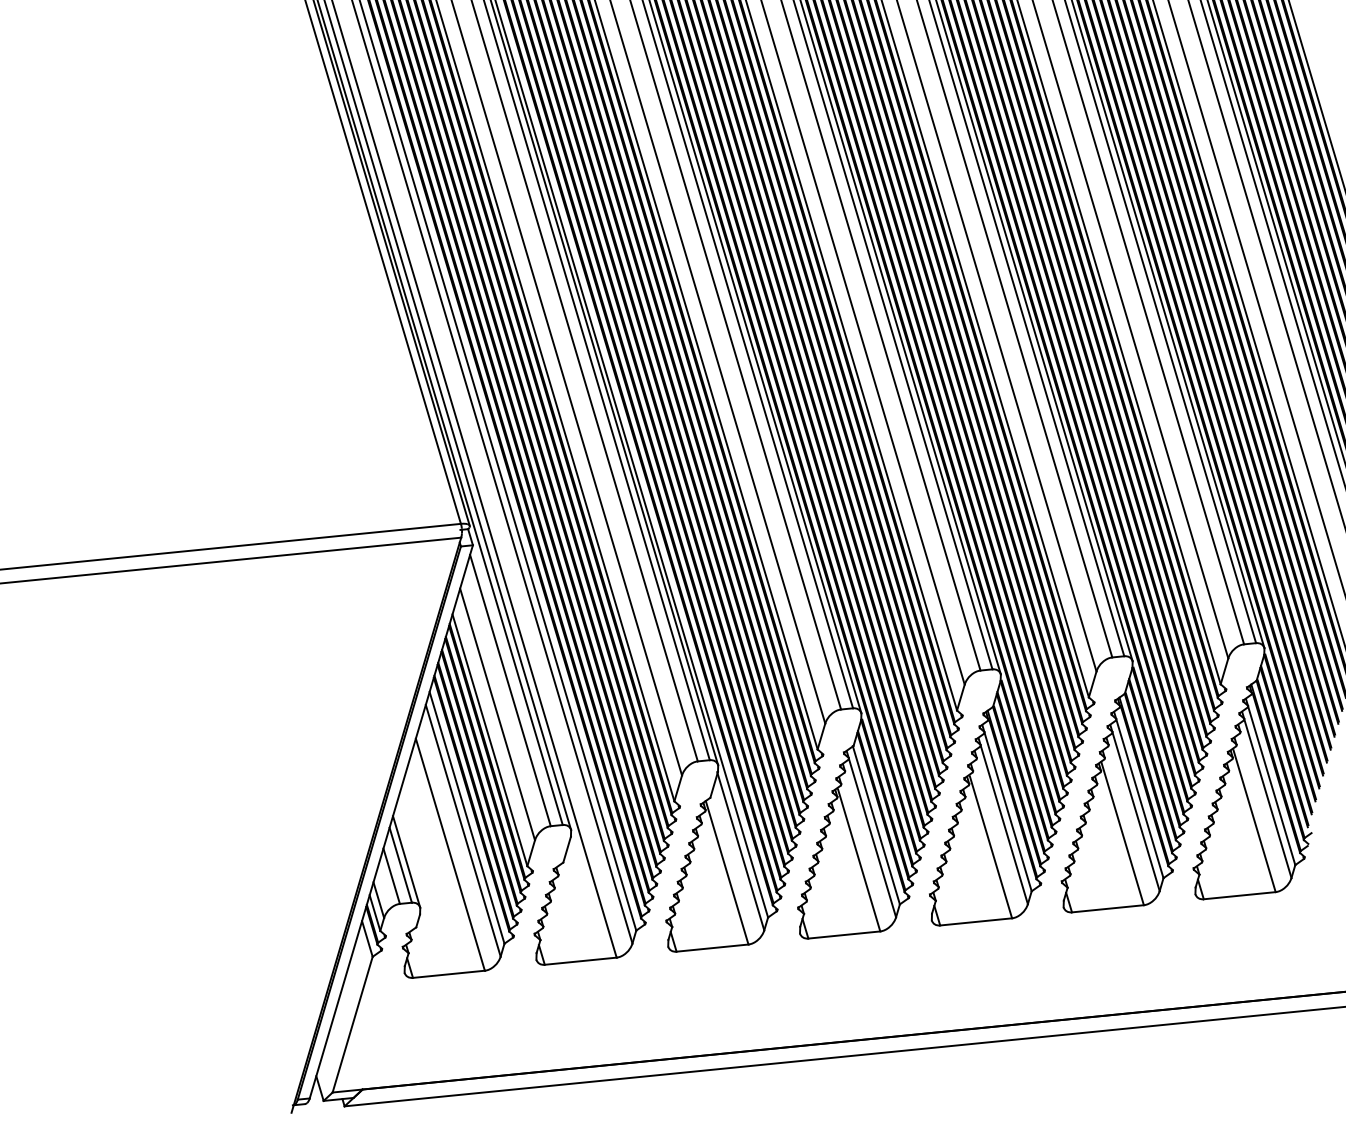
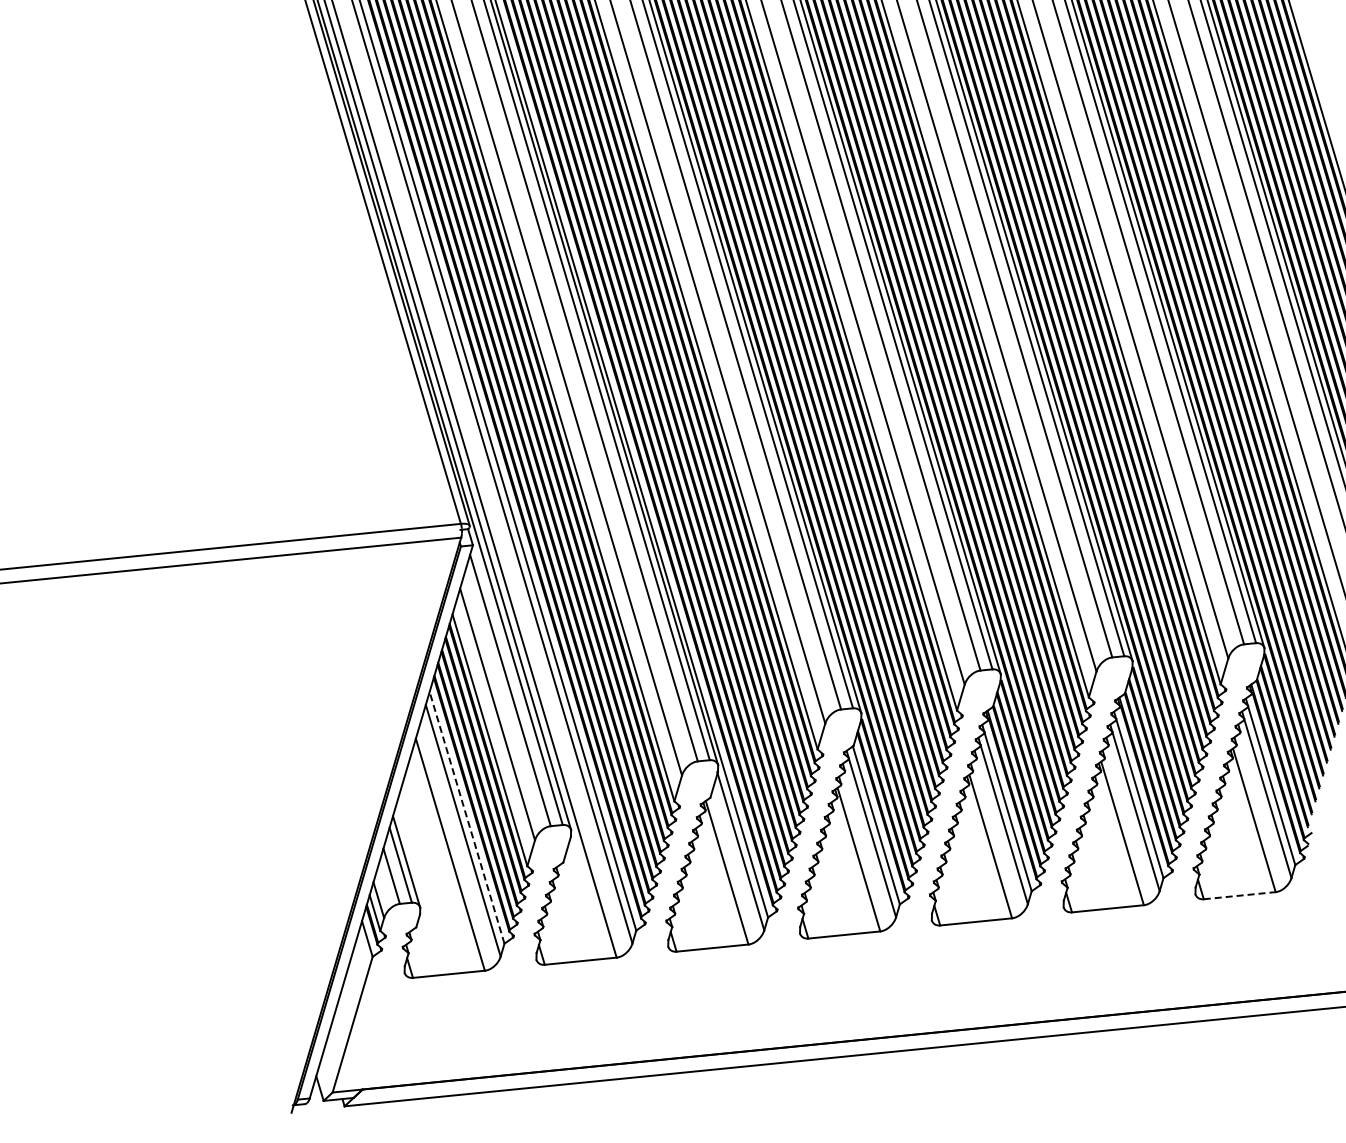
line at (466, 817): solid -> dashed
line at (1240, 895): solid -> dashed
